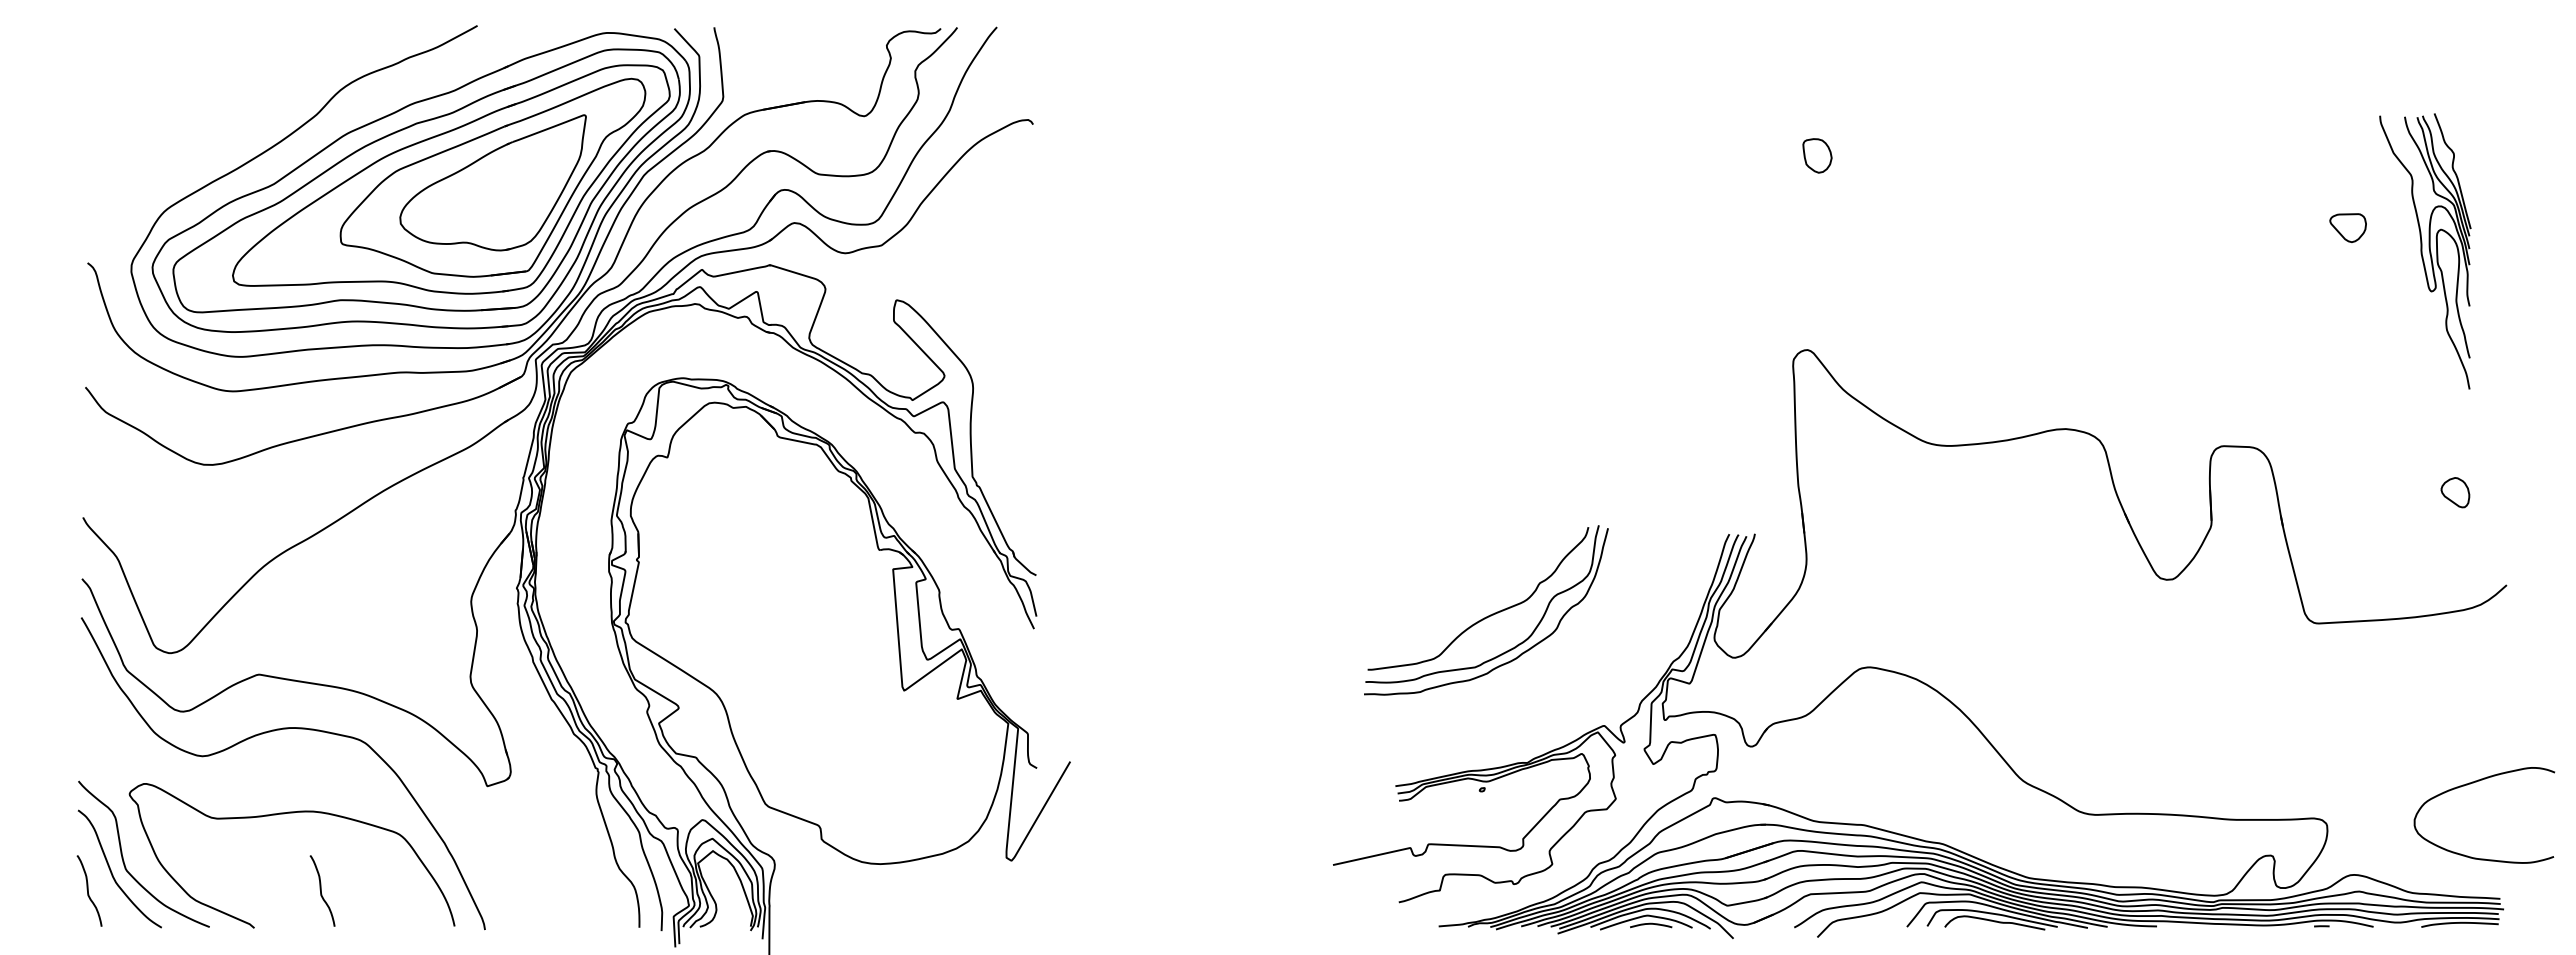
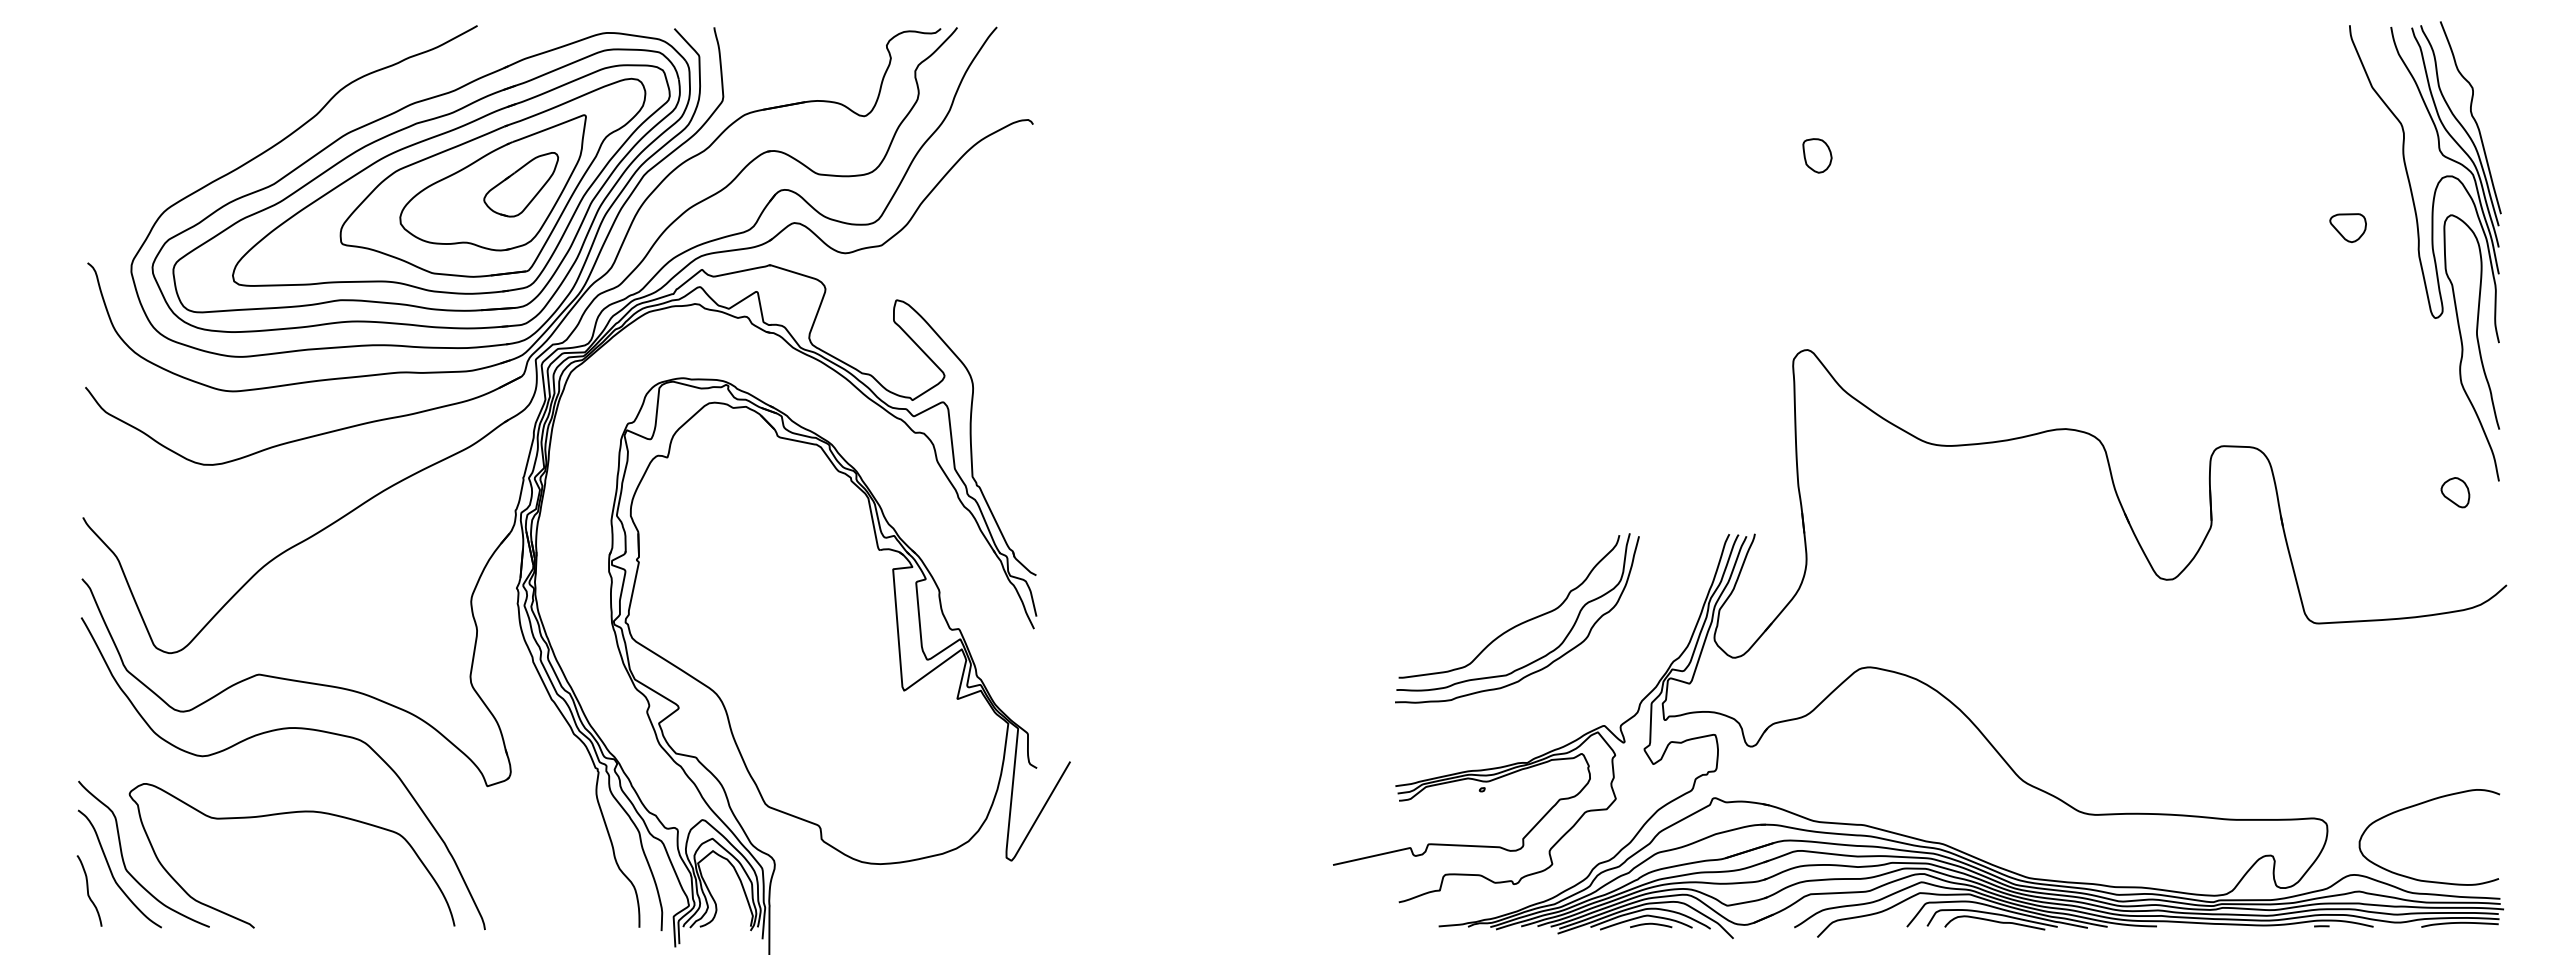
part at (521, 184): none -> present
part at (2425, 251) size: 93x277 px -> 153x461 px
part at (1486, 610) position: (1486, 610) -> (1517, 618)
curve at (2473, 783) position: (2473, 783) -> (2418, 805)
curve at (321, 890): present -> none
